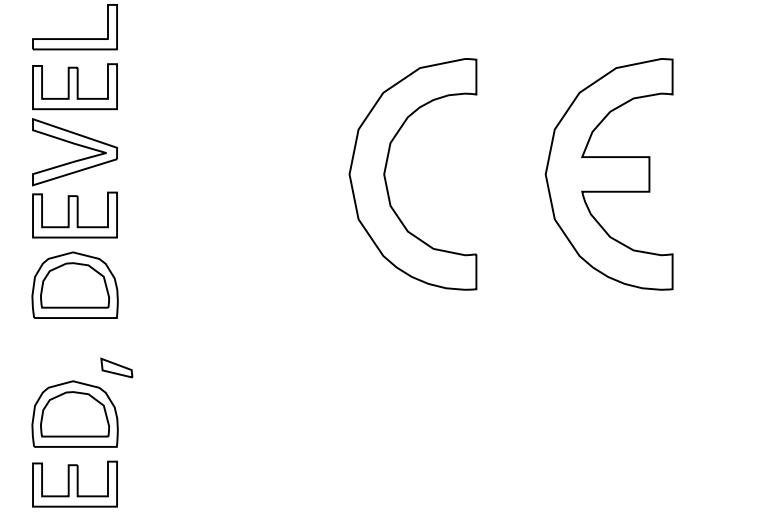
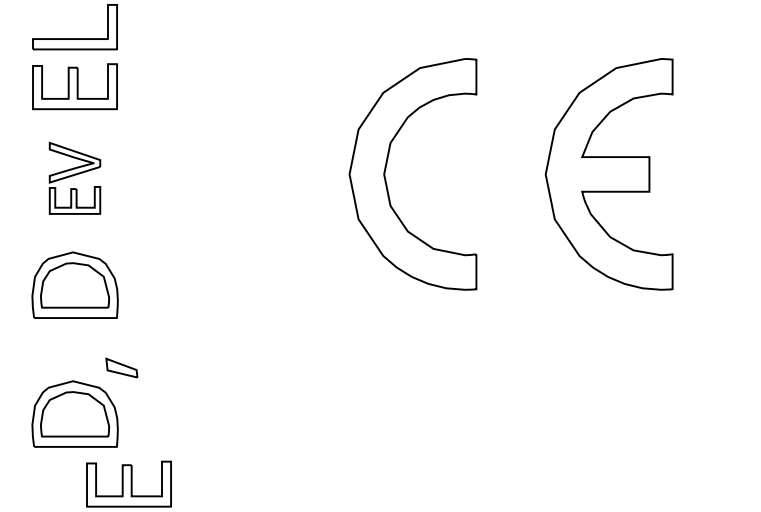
part at (74, 178) size: 86x121 px -> 54x74 px
part at (116, 367) position: (116, 367) -> (121, 367)
part at (74, 483) position: (74, 483) -> (128, 483)
